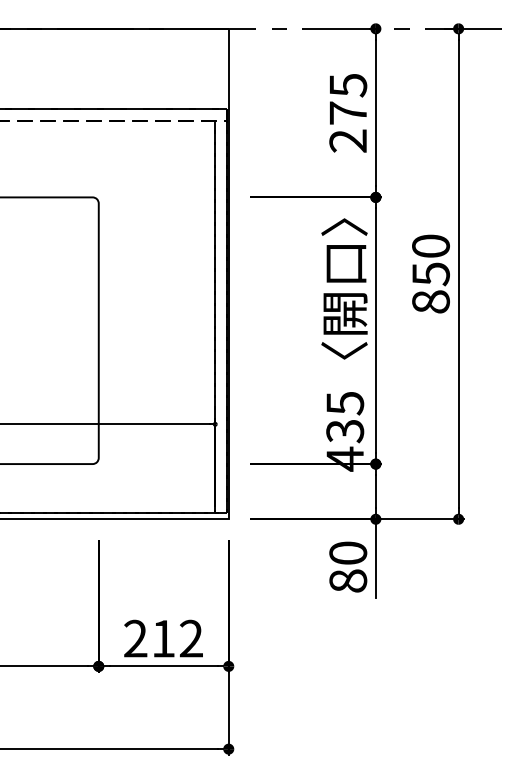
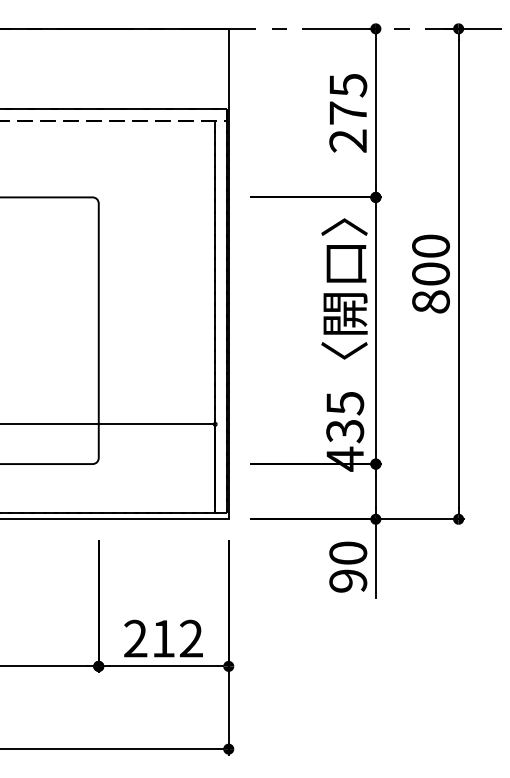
text at (430, 274): 850 -> 800
text at (348, 580): 80 -> 90
